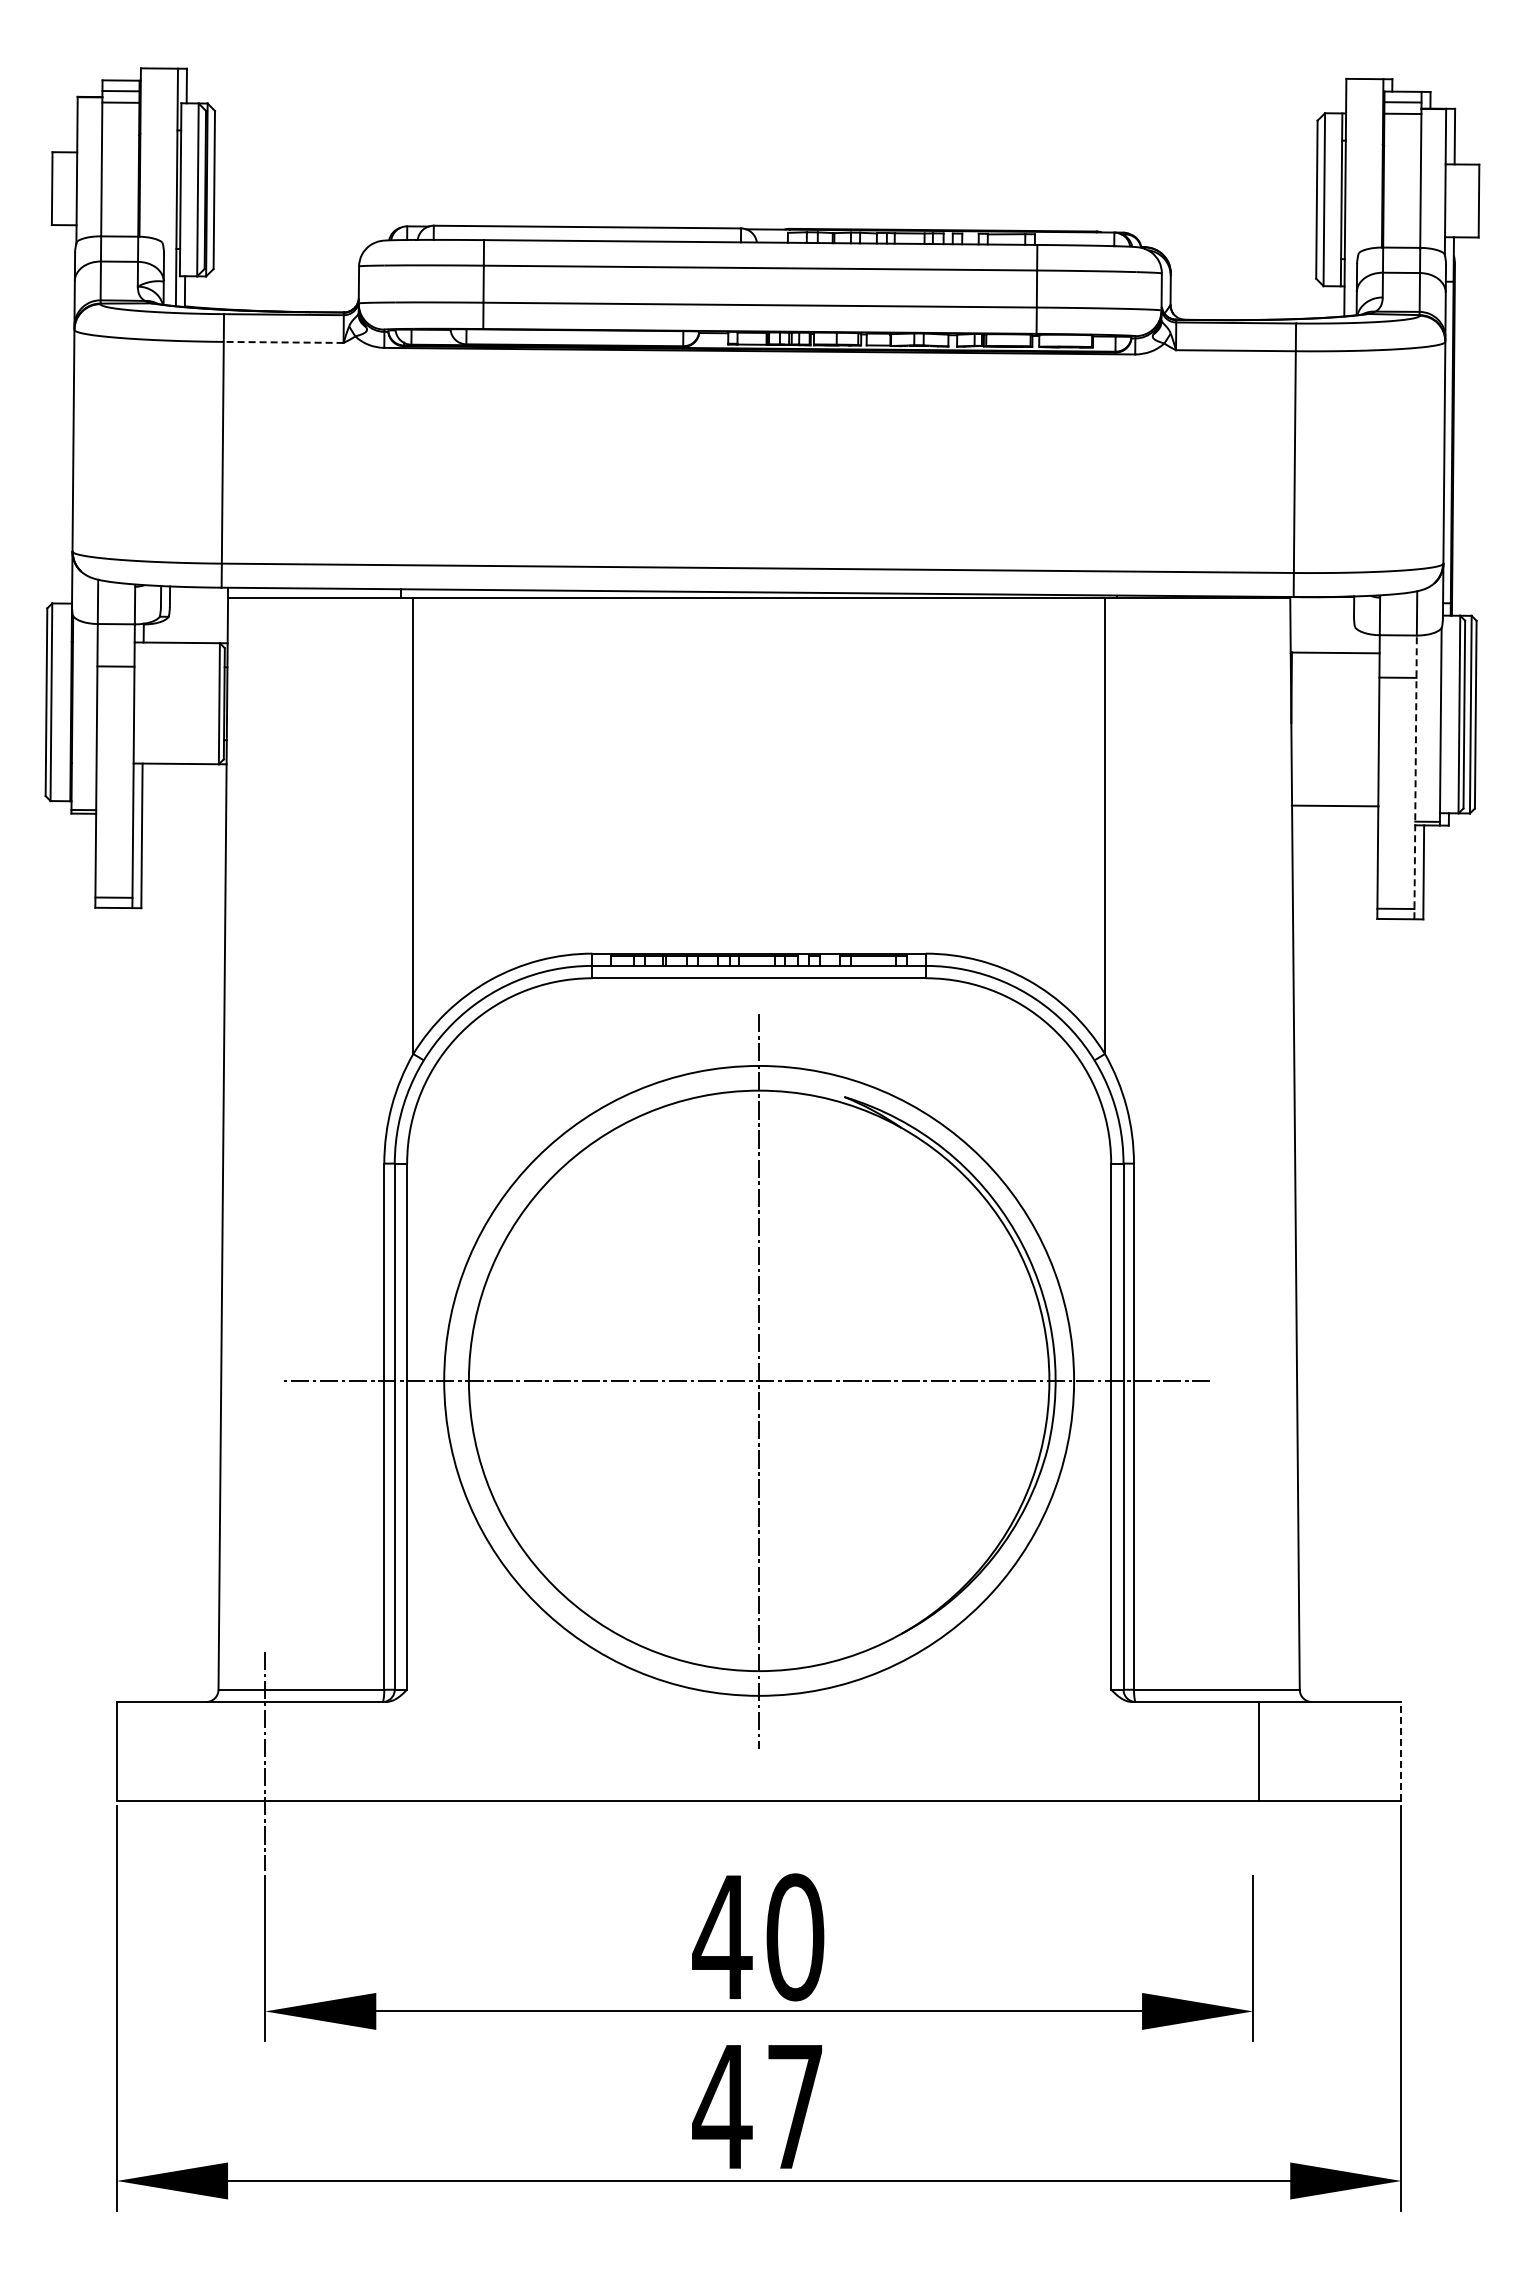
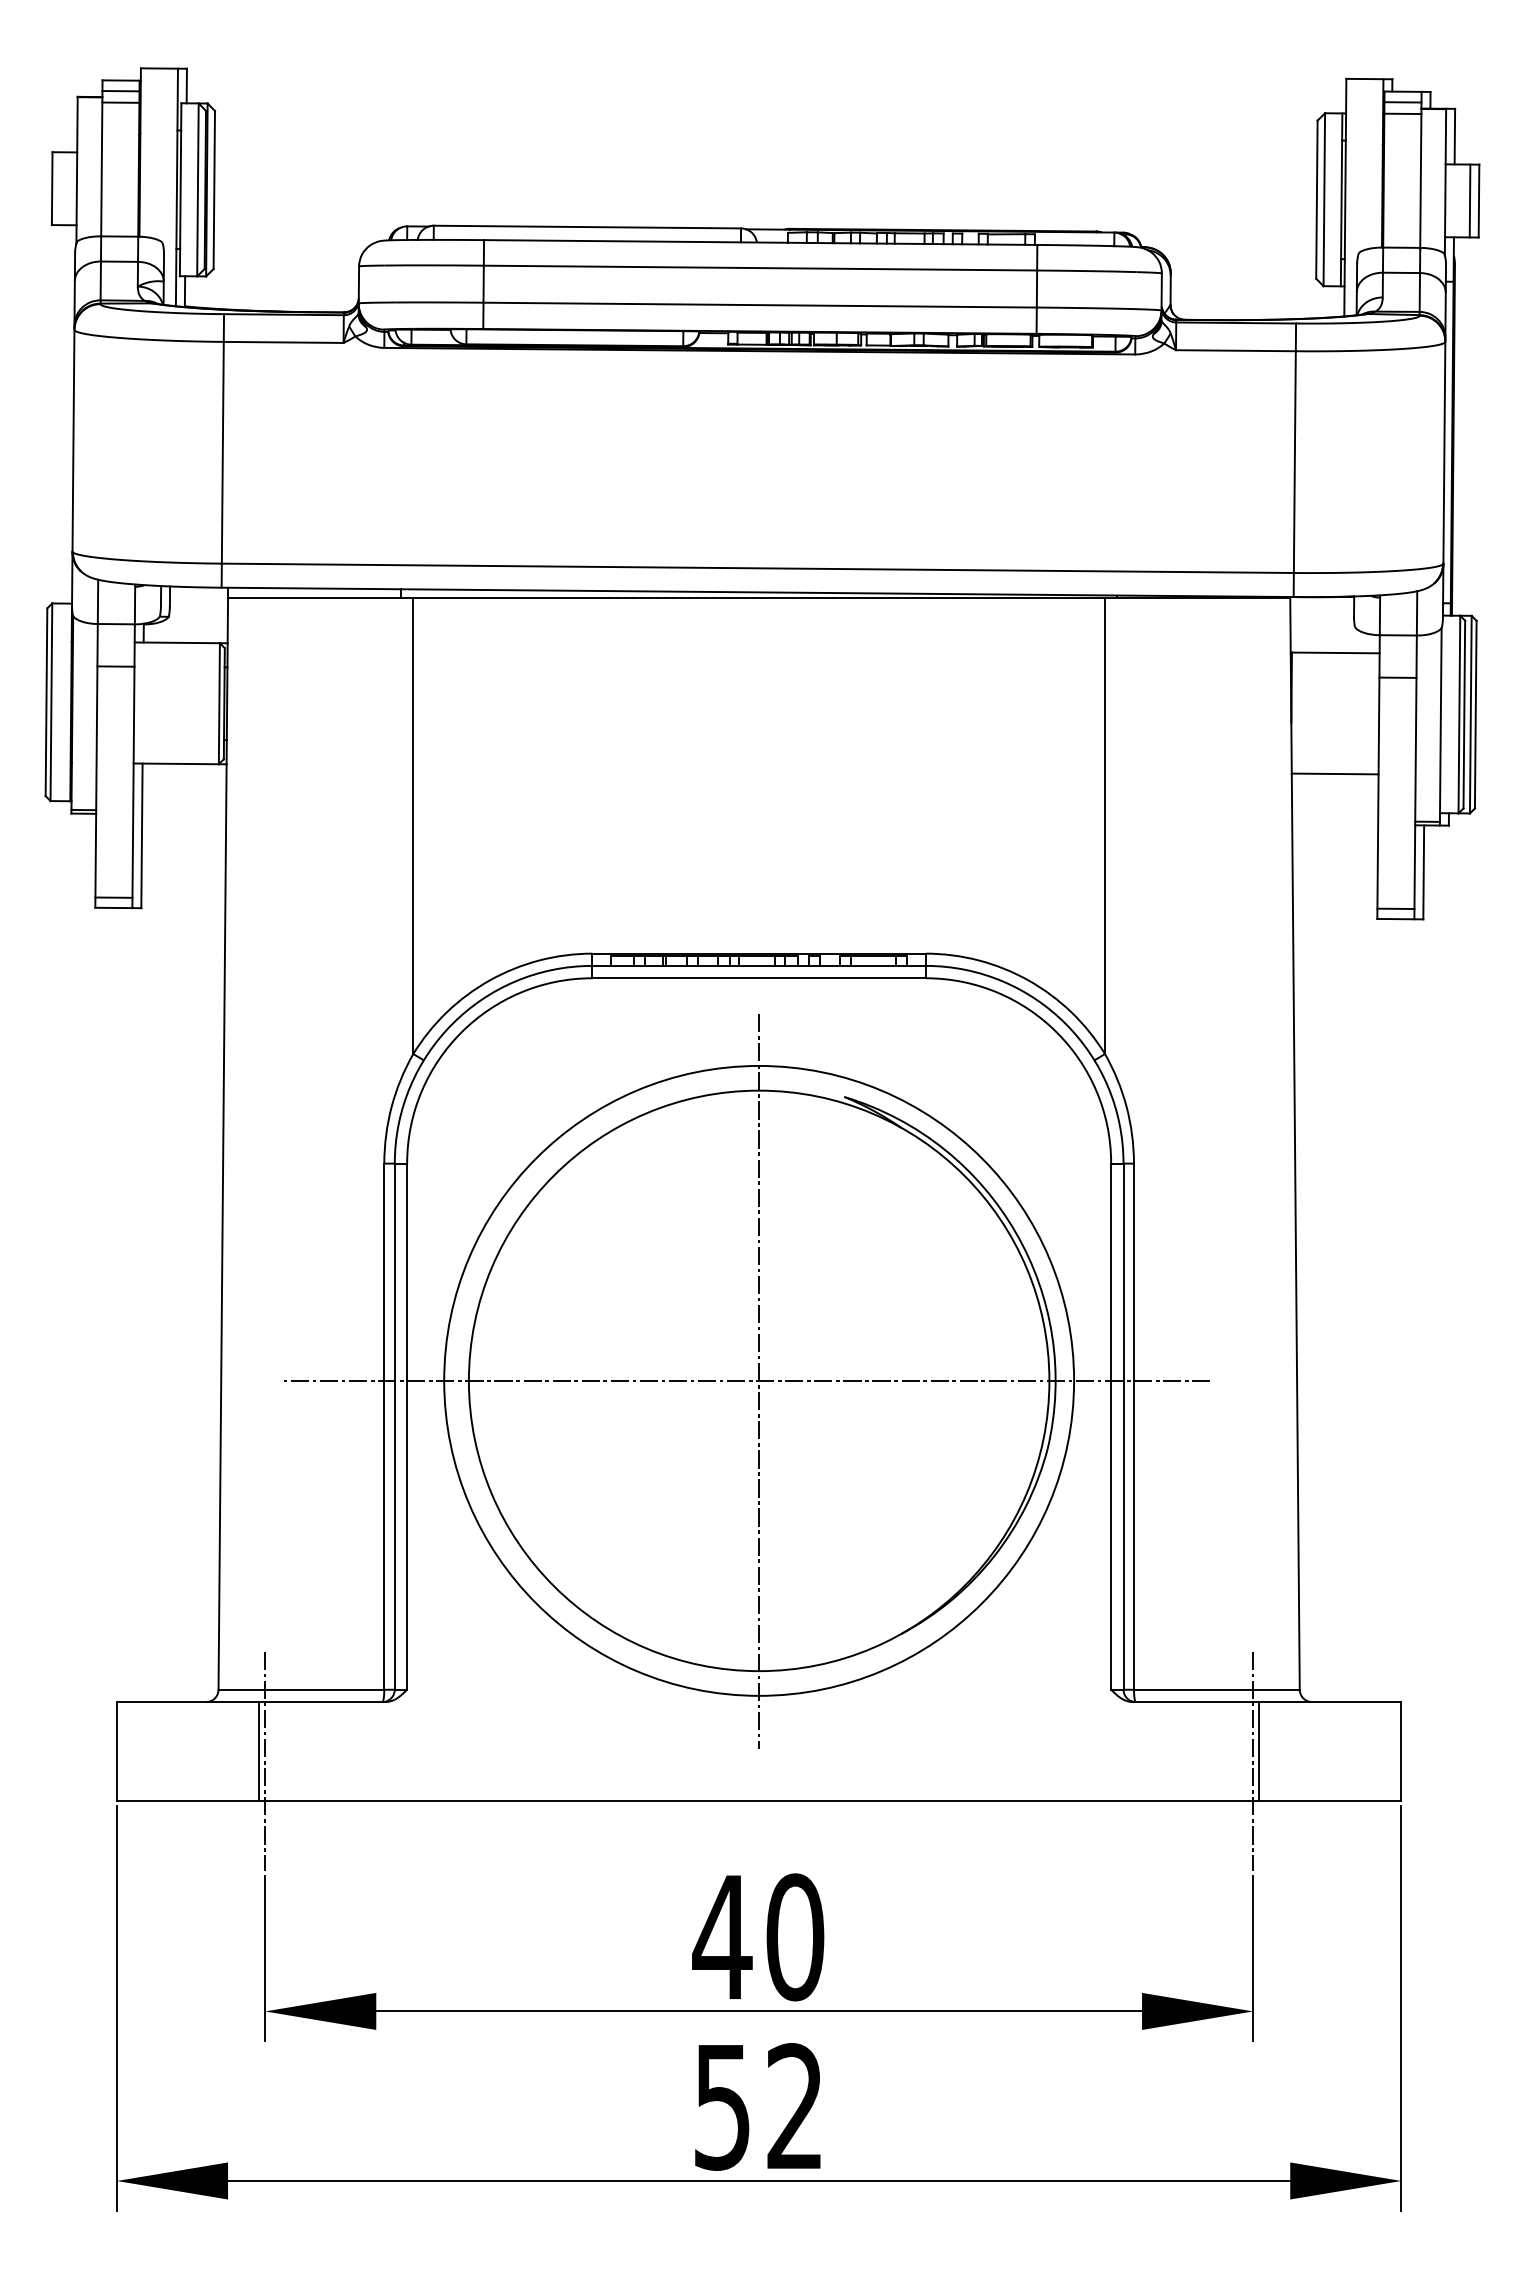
line at (1469, 200): none -> present
line at (283, 342): dashed -> solid
line at (1415, 777): dashed -> solid
line at (1334, 805) position: (1334, 805) -> (1334, 773)
line at (1401, 1750): dashed -> solid
line at (258, 1751): none -> present
line at (1253, 1760): none -> present
text at (757, 2106): 47 -> 52
